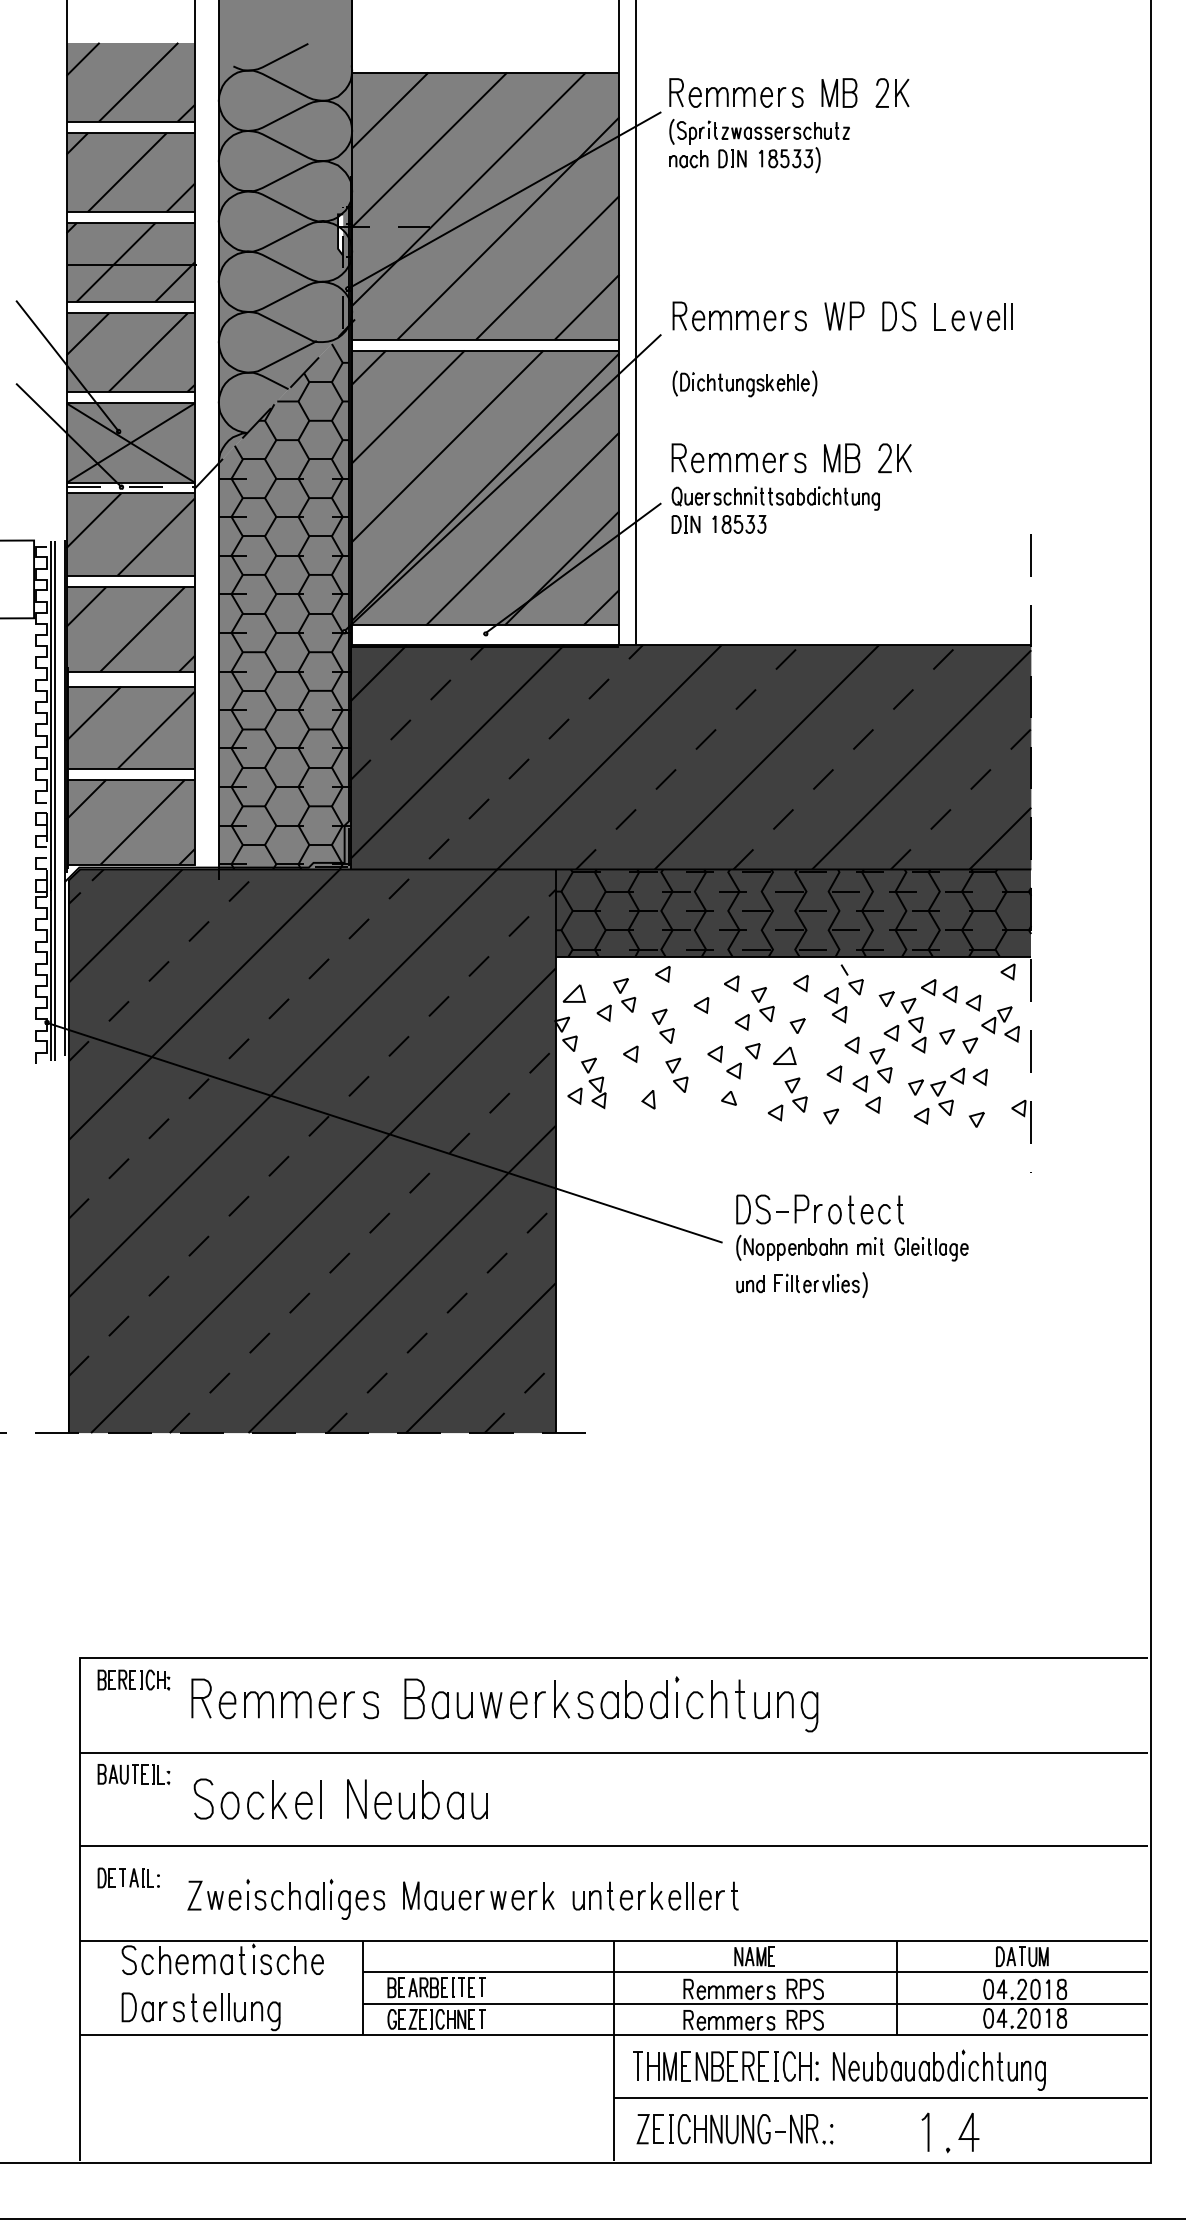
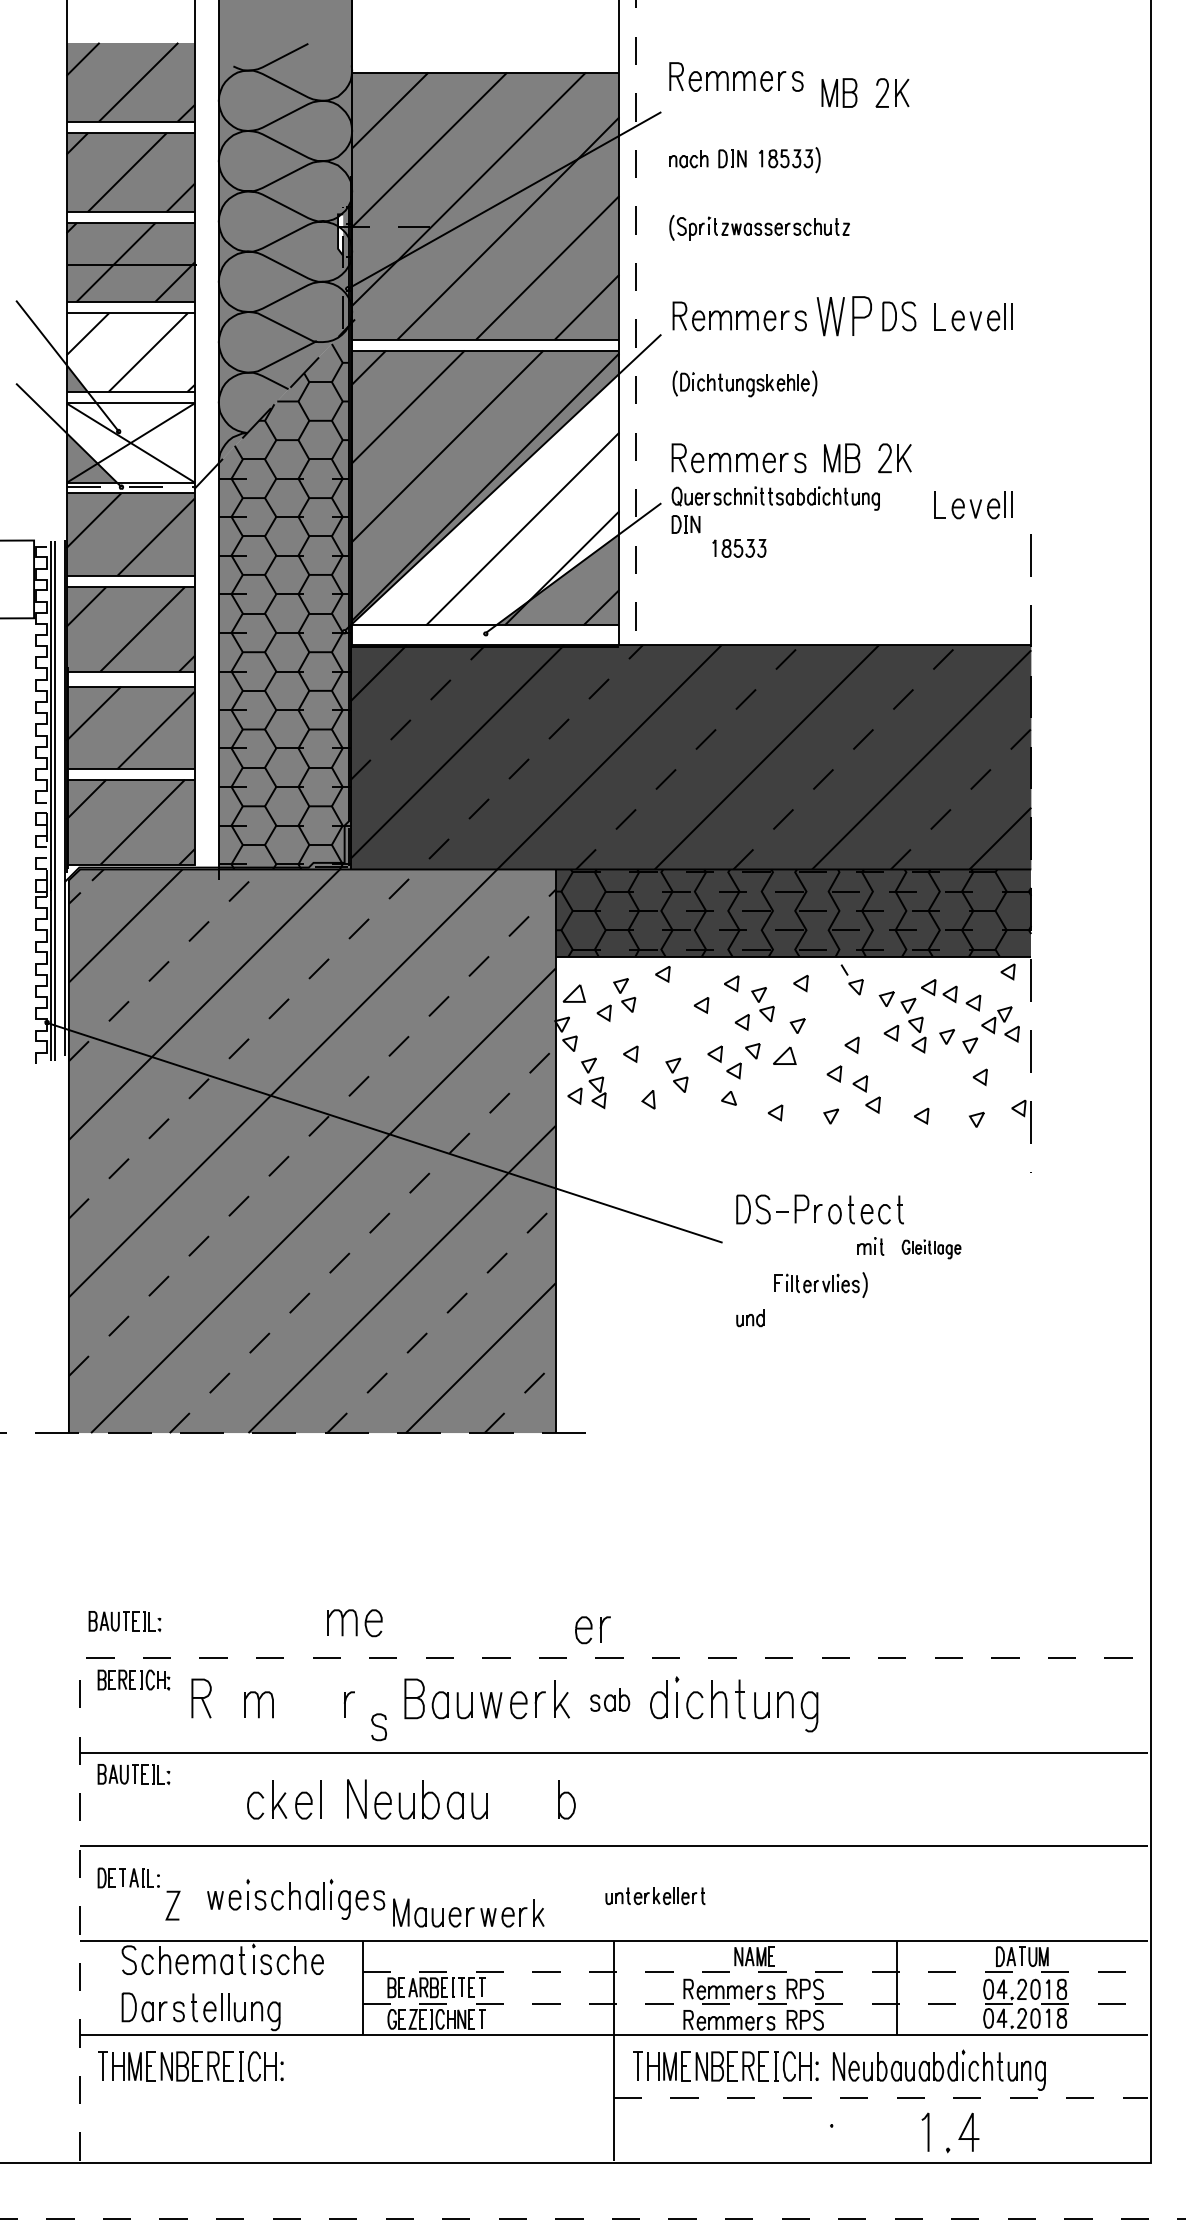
part at (736, 92) position: (736, 92) -> (736, 76)
part at (759, 131) position: (759, 131) -> (759, 227)
part at (844, 315) size: 41x30 px -> 56x41 px
line at (636, 323): solid -> dashed
fill at (130, 352): present -> none
fill at (130, 442): present -> none
fill at (485, 499): present -> none
part at (973, 505): none -> present
part at (739, 524) position: (739, 524) -> (739, 548)
part at (835, 1005): present -> none
part at (662, 1025): present -> none
part at (880, 1065): present -> none
part at (936, 1091): present -> none
part at (795, 1094): present -> none
fill at (311, 1151): present -> none
part at (791, 1247): present -> none
part at (931, 1249) size: 75x25 px -> 61x21 px
part at (750, 1284) position: (750, 1284) -> (750, 1318)
part at (124, 1621): none -> present
part at (592, 1630): none -> present
line at (362, 1658): solid -> dashed
part at (609, 1699) size: 66x40 px -> 41x24 px
part at (227, 1705): present -> none
part at (308, 1705) position: (308, 1705) -> (354, 1623)
curve at (370, 1705) position: (370, 1705) -> (378, 1727)
part at (216, 1798): present -> none
part at (566, 1799): none -> present
line at (194, 1895) position: (194, 1895) -> (172, 1905)
part at (478, 1895) position: (478, 1895) -> (468, 1912)
part at (655, 1895) size: 167x30 px -> 101x18 px
line at (755, 1972): solid -> dashed
line at (755, 2003): solid -> dashed
part at (190, 2066): none -> present
line at (881, 2098): solid -> dashed
part at (734, 2129): present -> none
line at (592, 2218): solid -> dashed
